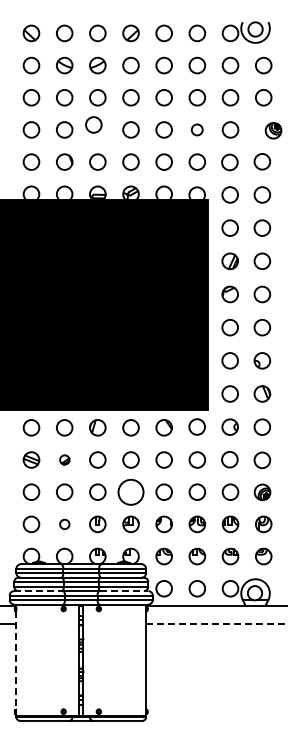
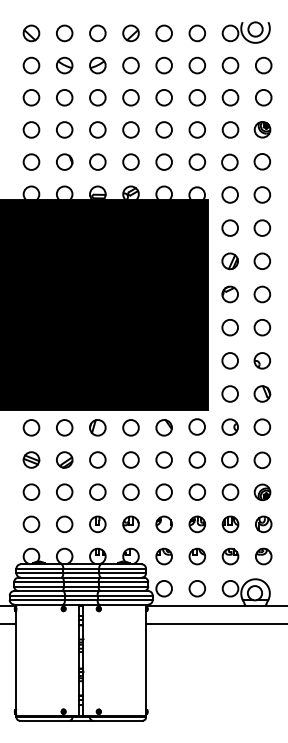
circle at (93, 124) position: (93, 124) -> (97, 129)
circle at (196, 129) size: 14x14 px -> 18x18 px
part at (273, 130) position: (273, 130) -> (262, 129)
part at (64, 459) size: 12x12 px -> 18x18 px
circle at (130, 491) size: 28x28 px -> 18x18 px
circle at (64, 523) size: 12x12 px -> 18x19 px
line at (39, 591): dashed -> solid
line at (124, 591): dashed -> solid
line at (216, 624): dashed -> solid
line at (16, 660): dashed -> solid
